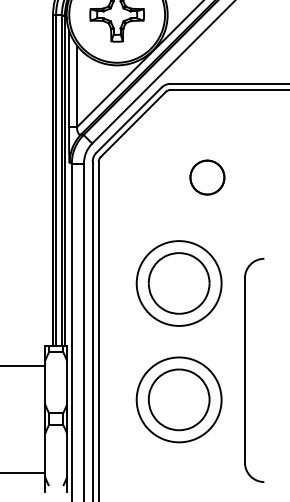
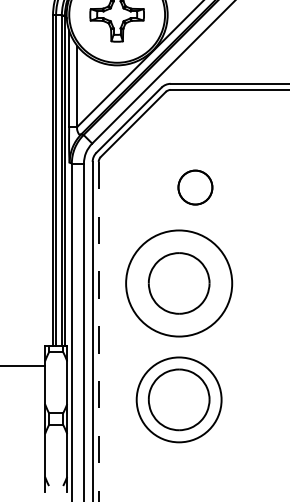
part at (207, 177) position: (207, 177) -> (195, 187)
circle at (178, 283) diameter: 85 px -> 106 px
line at (98, 331): solid -> dashed
part at (245, 369): present -> none
line at (23, 472): present -> none
